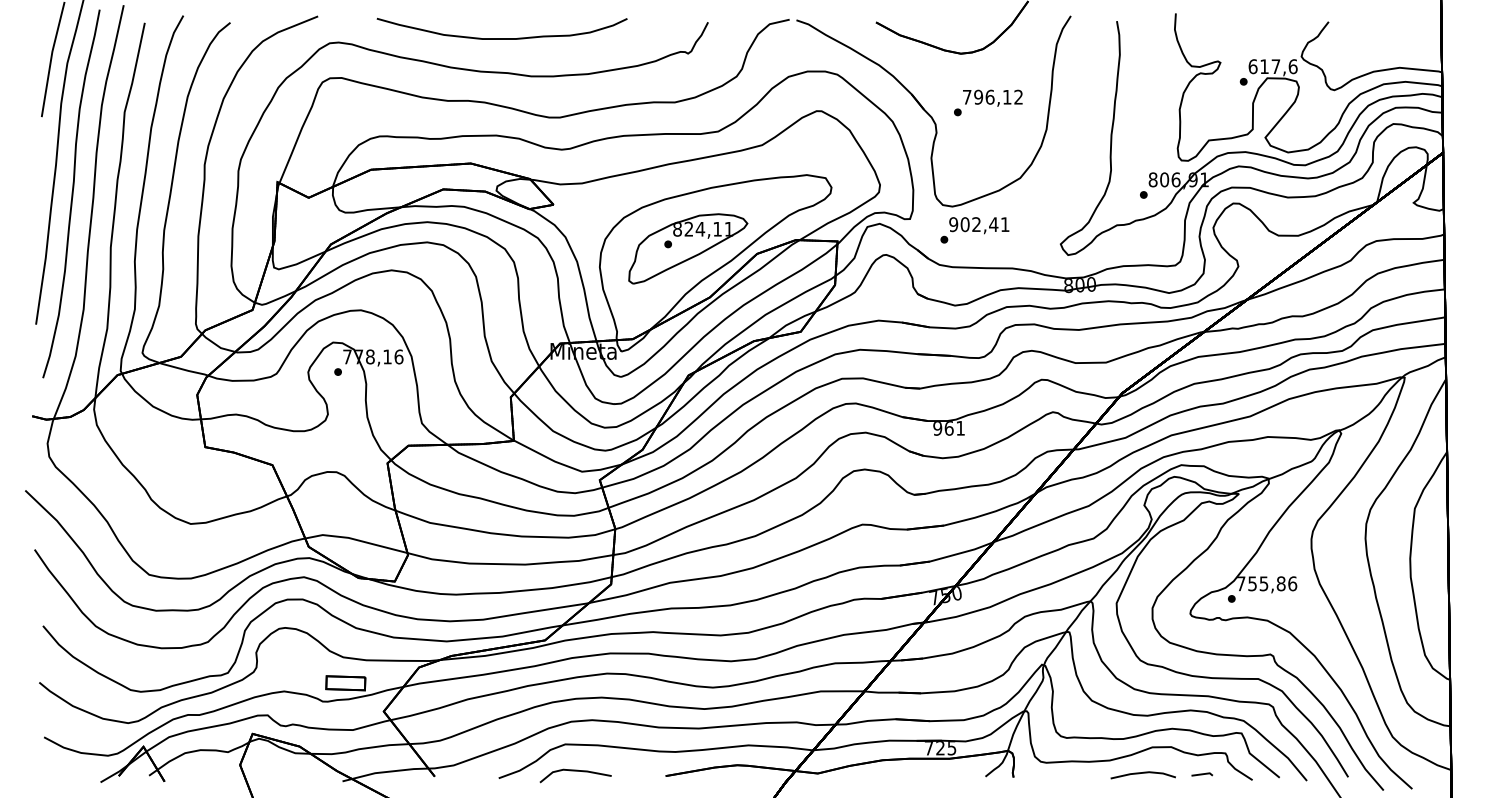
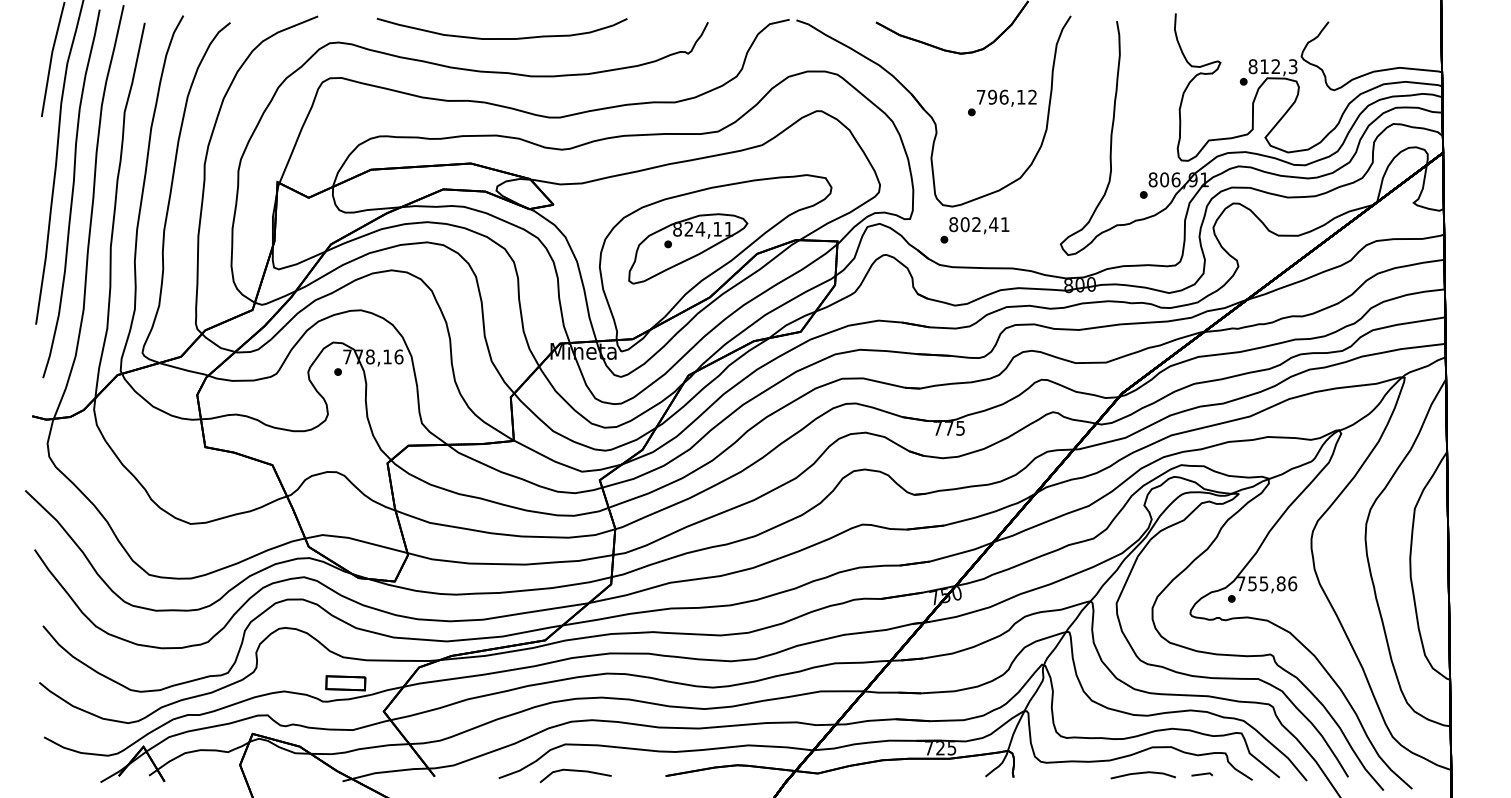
text at (1272, 66): 617,6 -> 812,3
text at (988, 102) position: (988, 102) -> (1002, 102)
text at (953, 224): 902,41 -> 802,41
text at (948, 428): 961 -> 775
